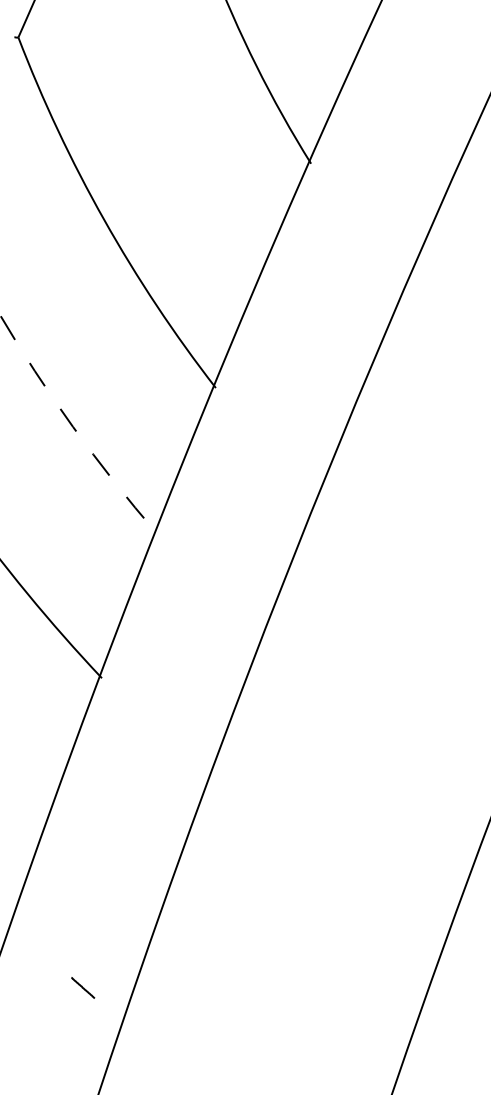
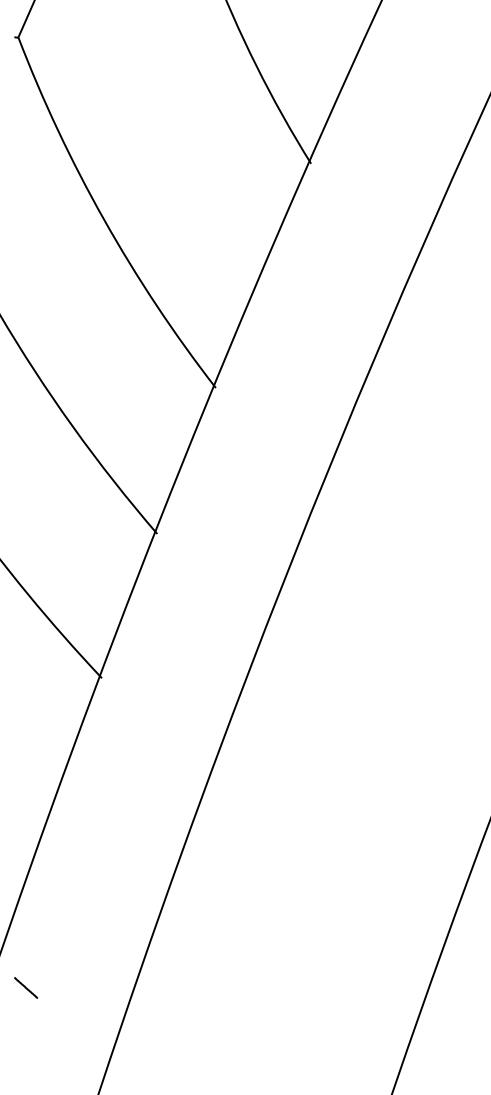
arc at (74, 428): dashed -> solid
line at (83, 987) position: (83, 987) -> (26, 987)
